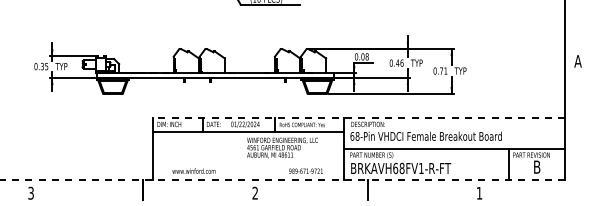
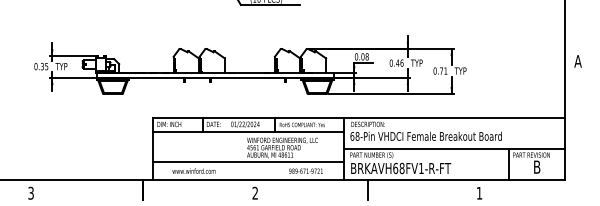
line at (359, 117): dashed -> solid
line at (248, 161): none -> present
line at (282, 180): dashed -> solid
